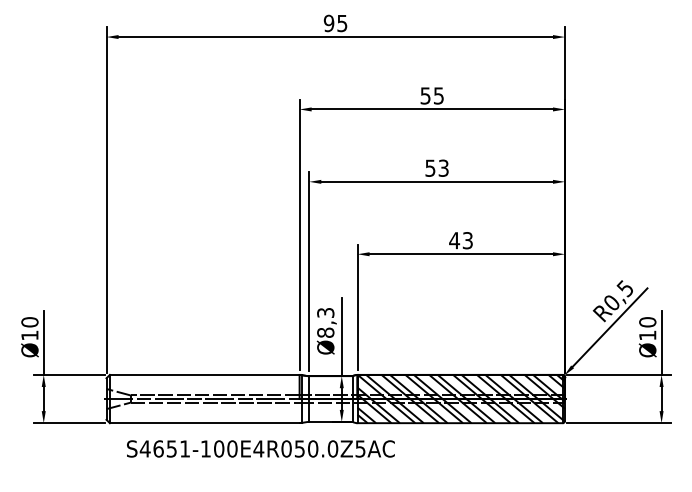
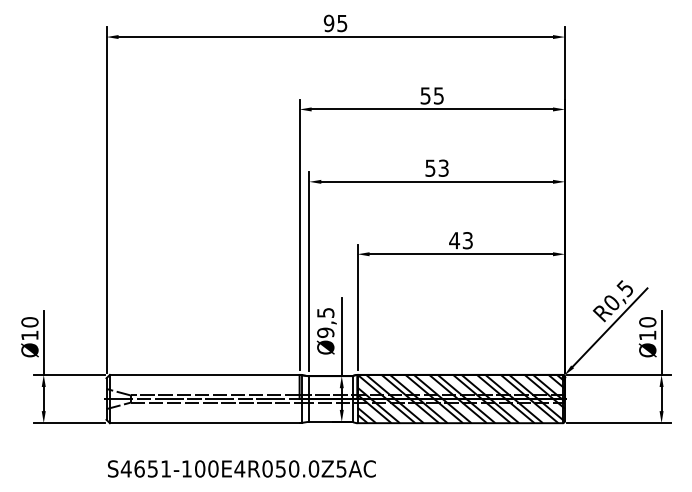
text at (325, 323): Ø8,3 -> Ø9,5
text at (260, 448) position: (260, 448) -> (241, 468)
